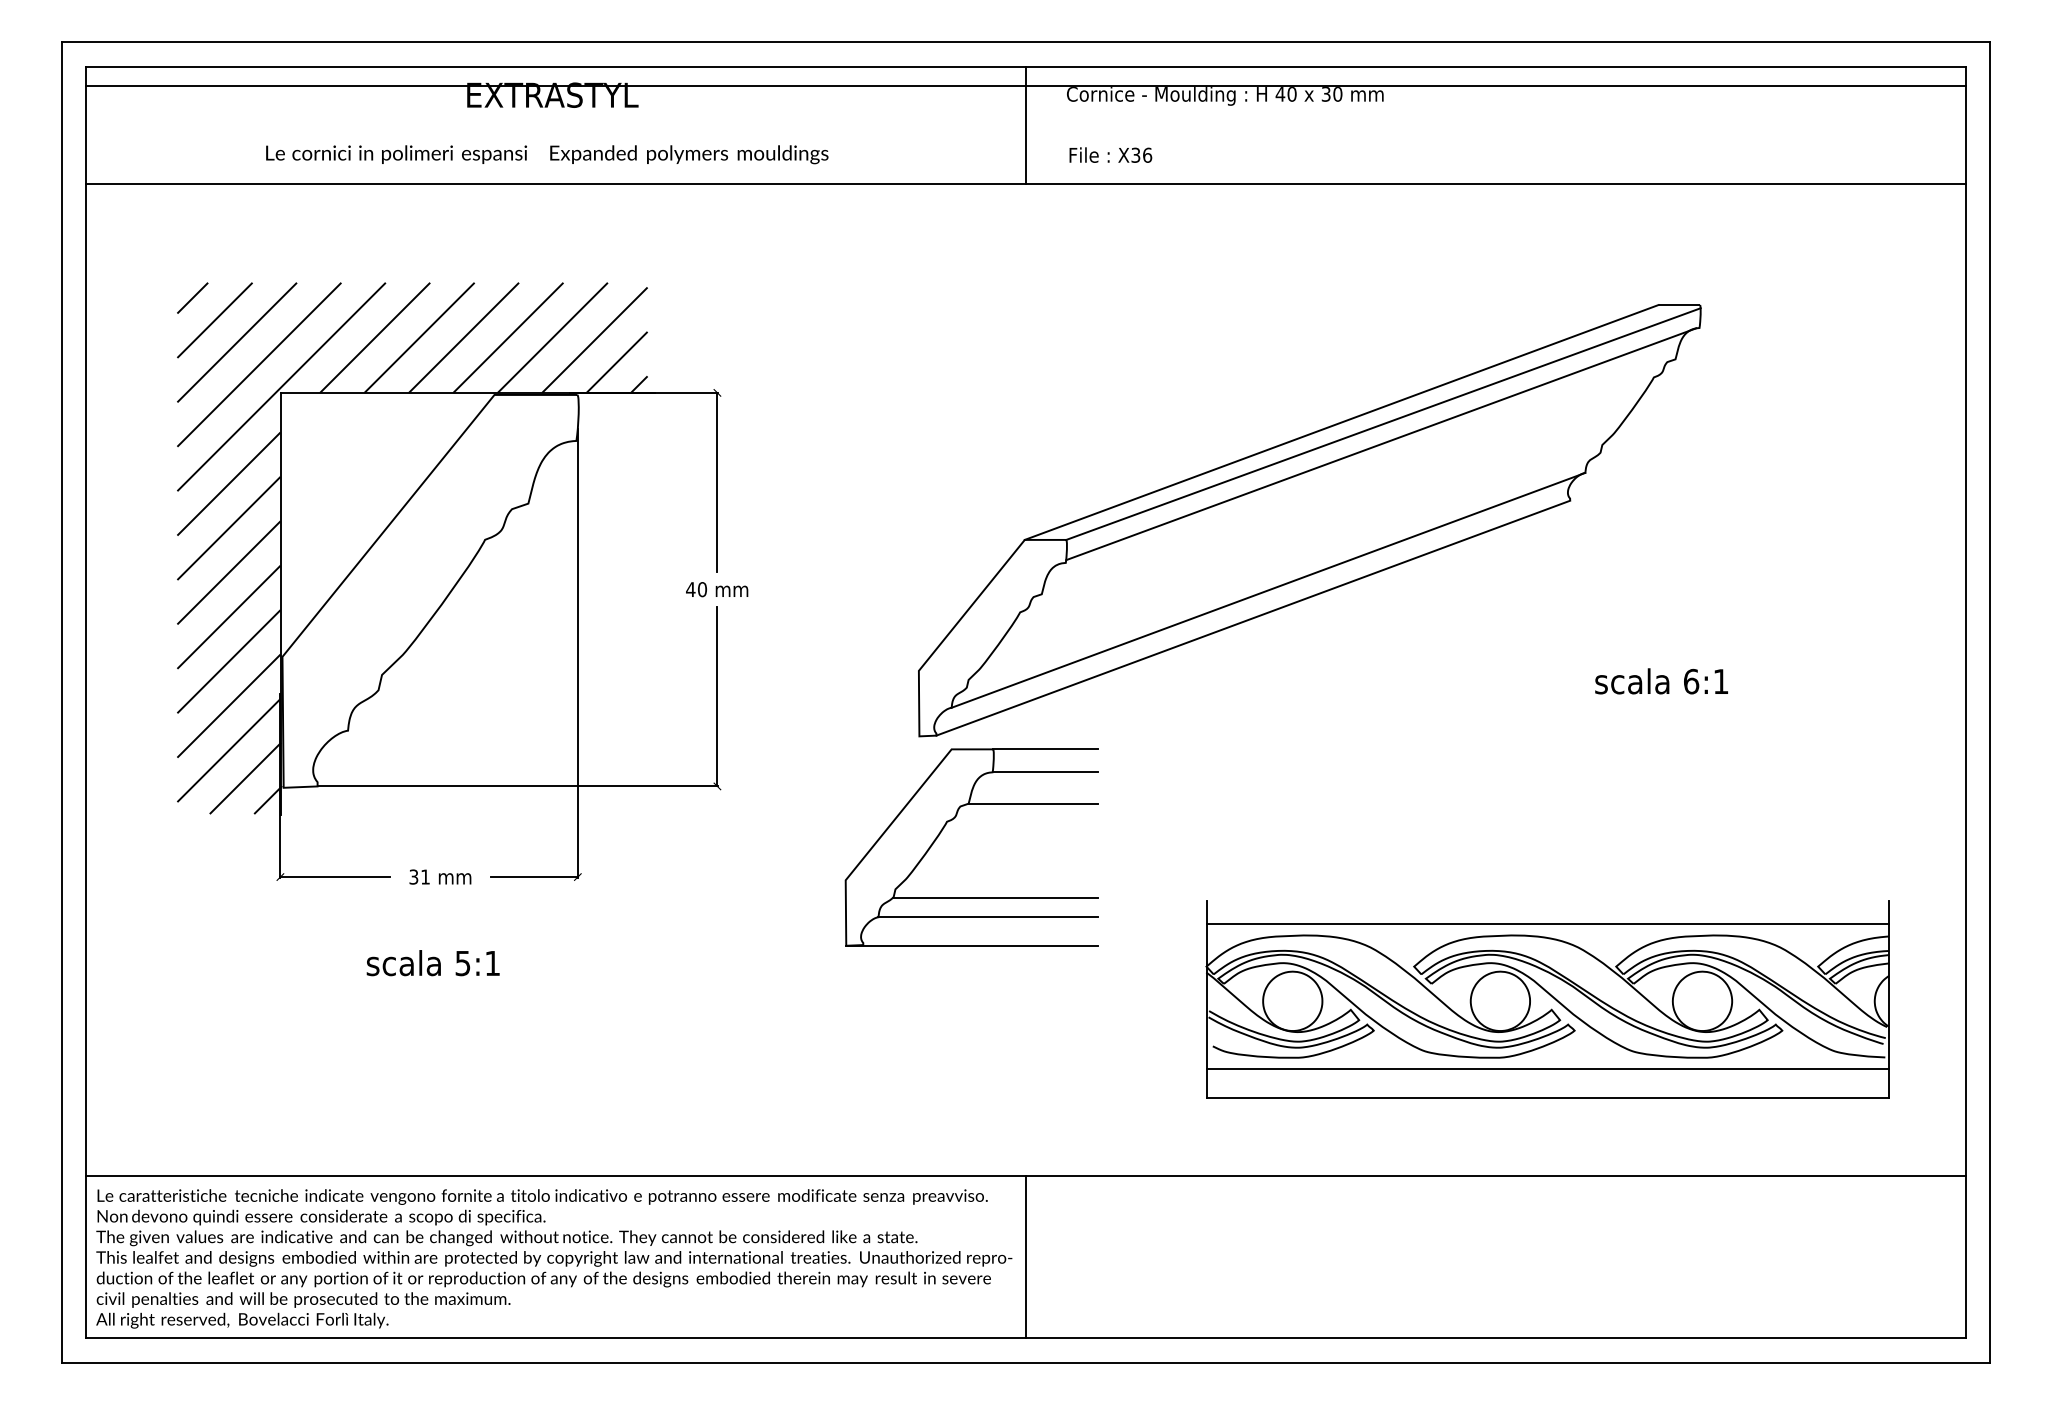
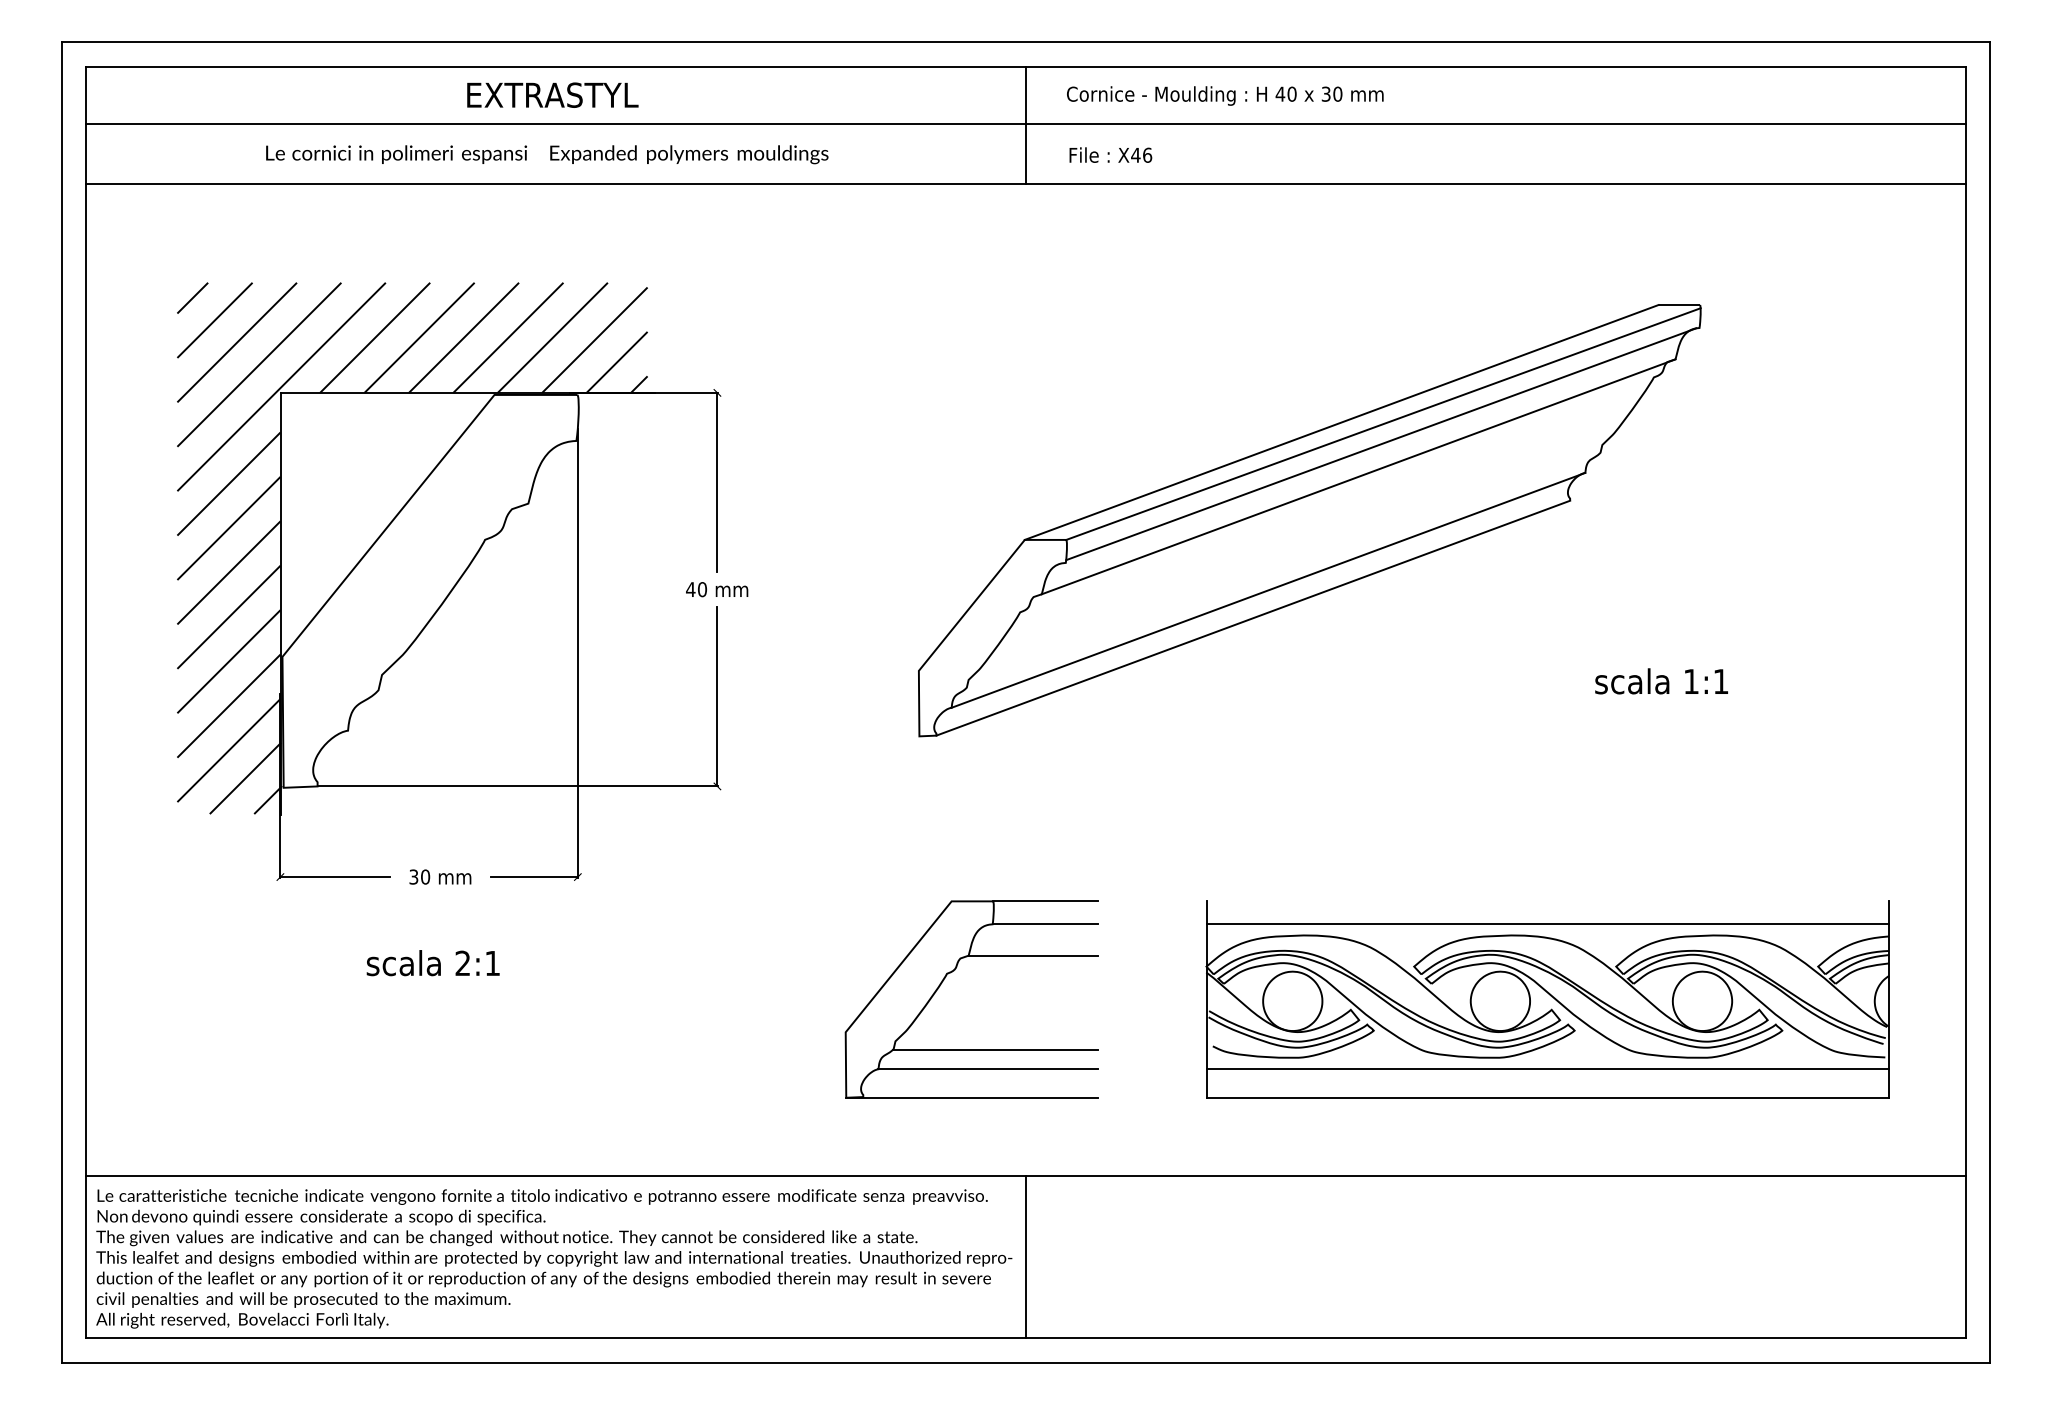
line at (1025, 86) position: (1025, 86) -> (1025, 124)
text at (1135, 154): X36 -> X46
line at (1358, 476): none -> present
text at (1691, 681): 6:1 -> 1:1
part at (952, 820) position: (952, 820) -> (952, 972)
text at (425, 876): 31 -> 30
text at (462, 963): 5:1 -> 2:1
